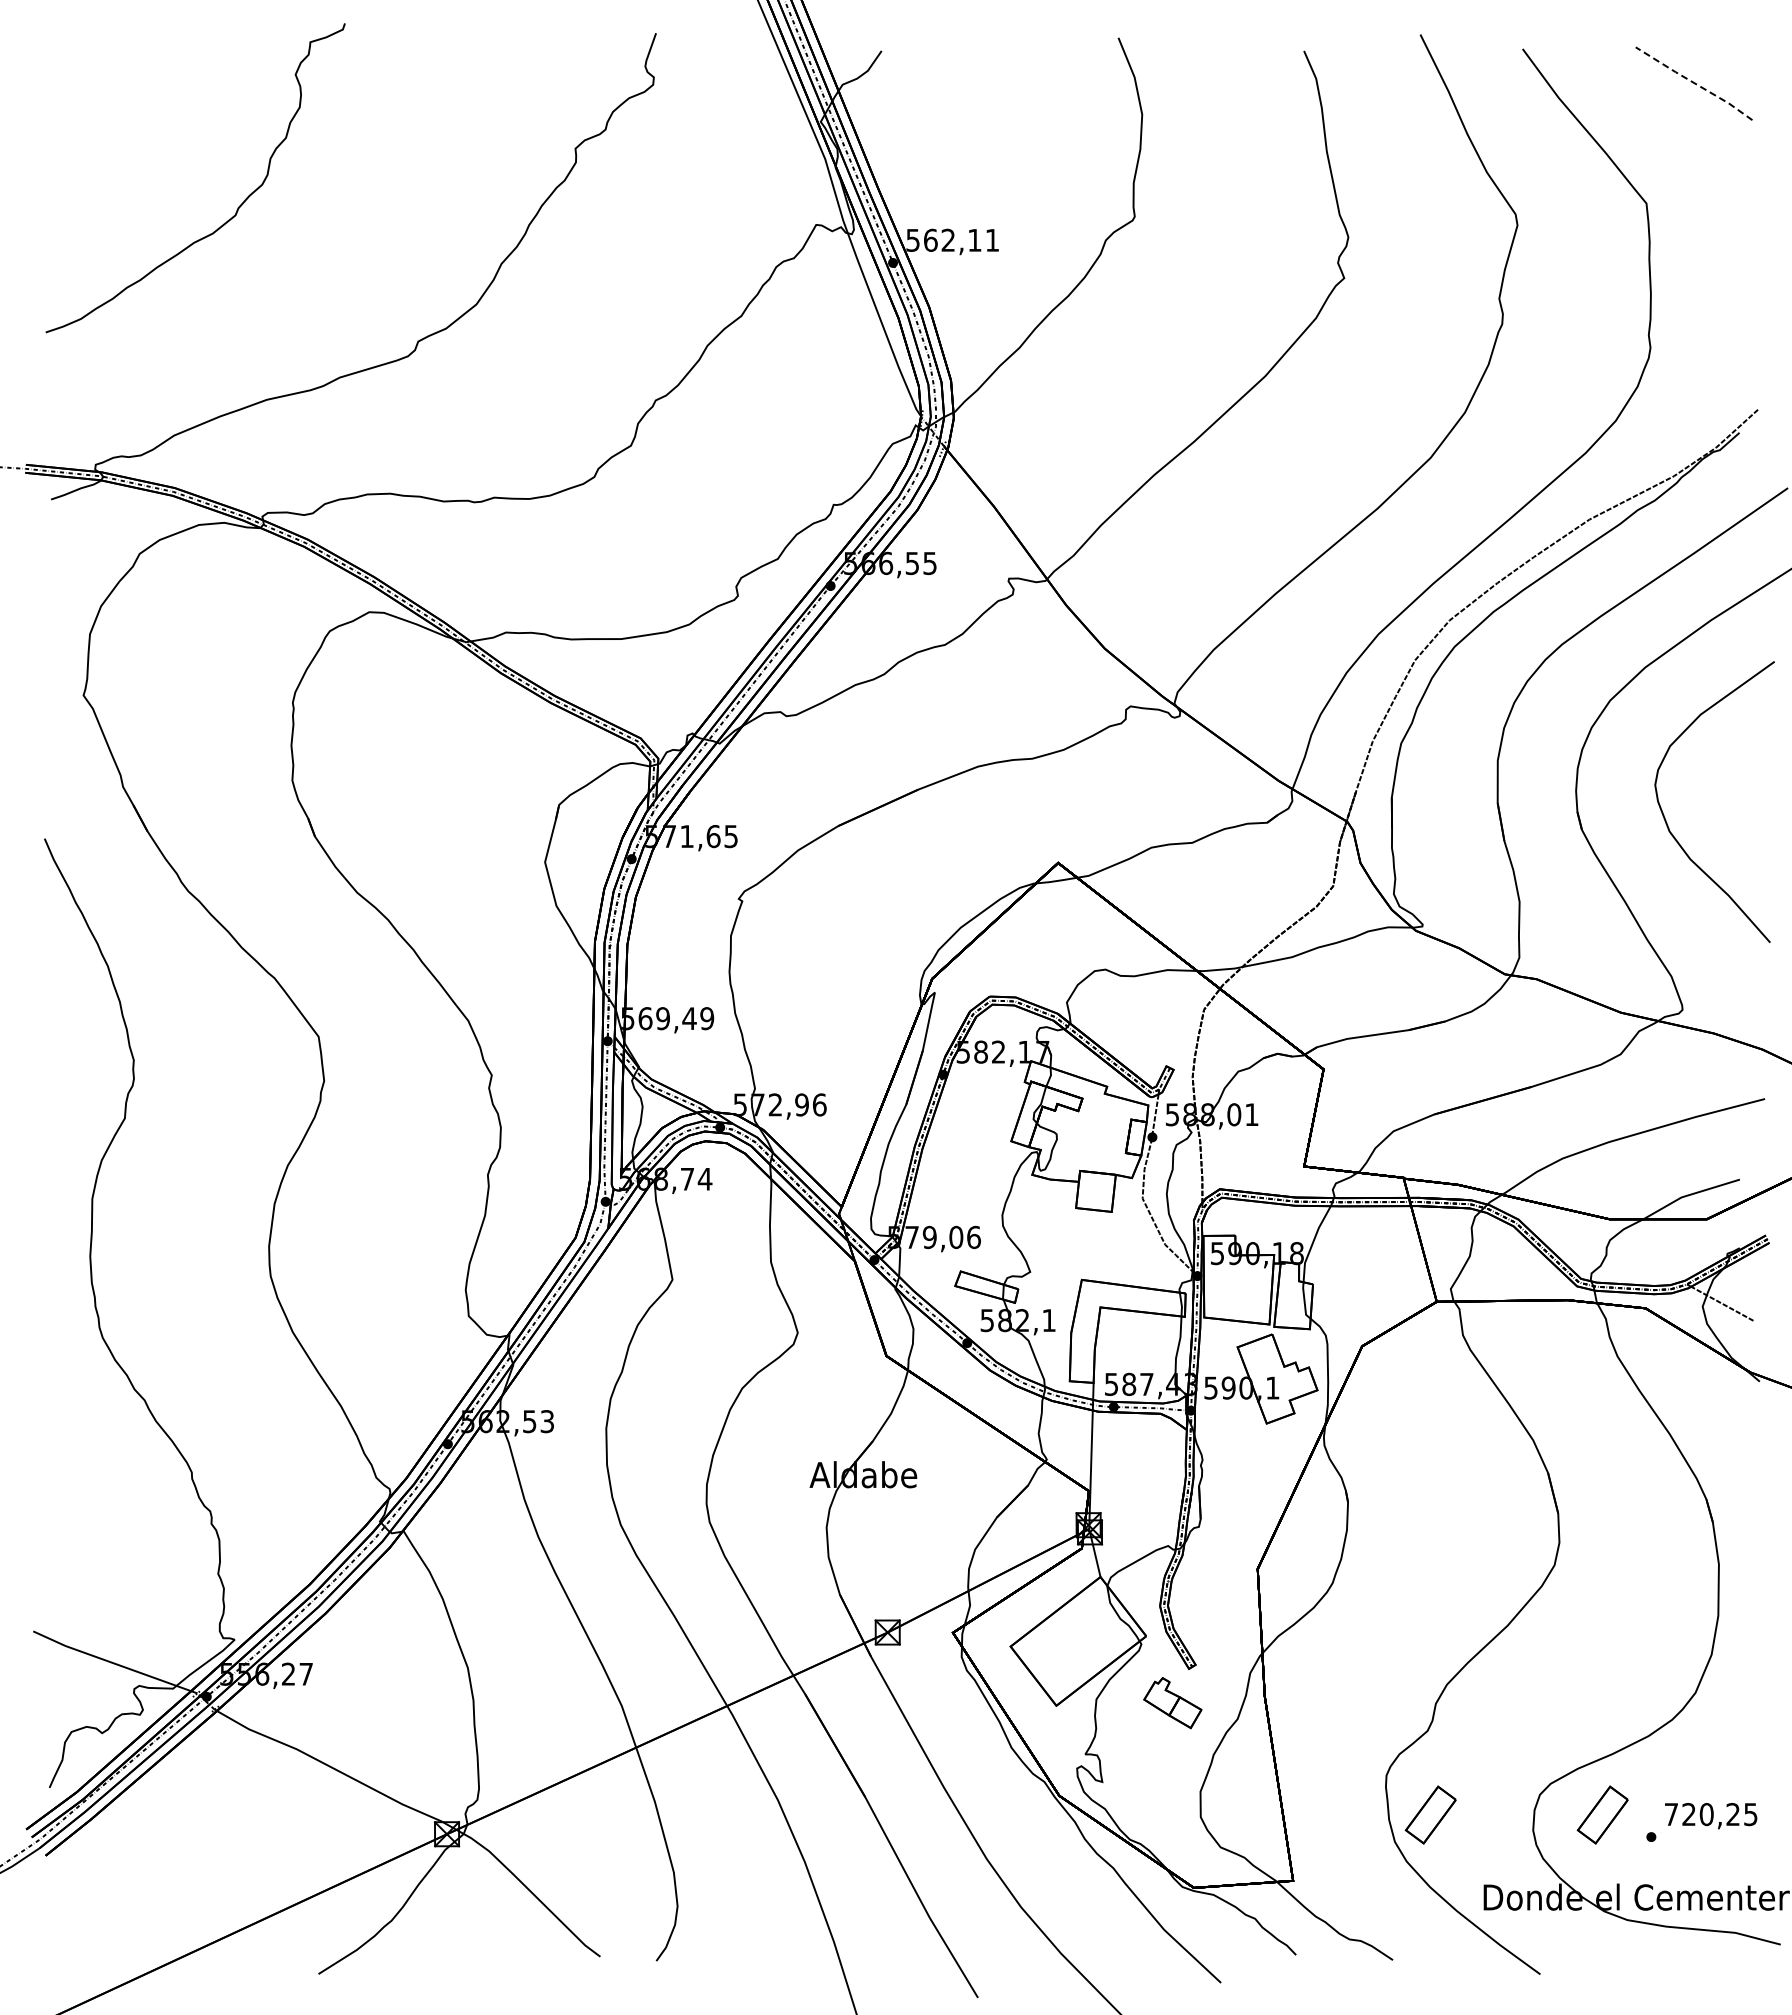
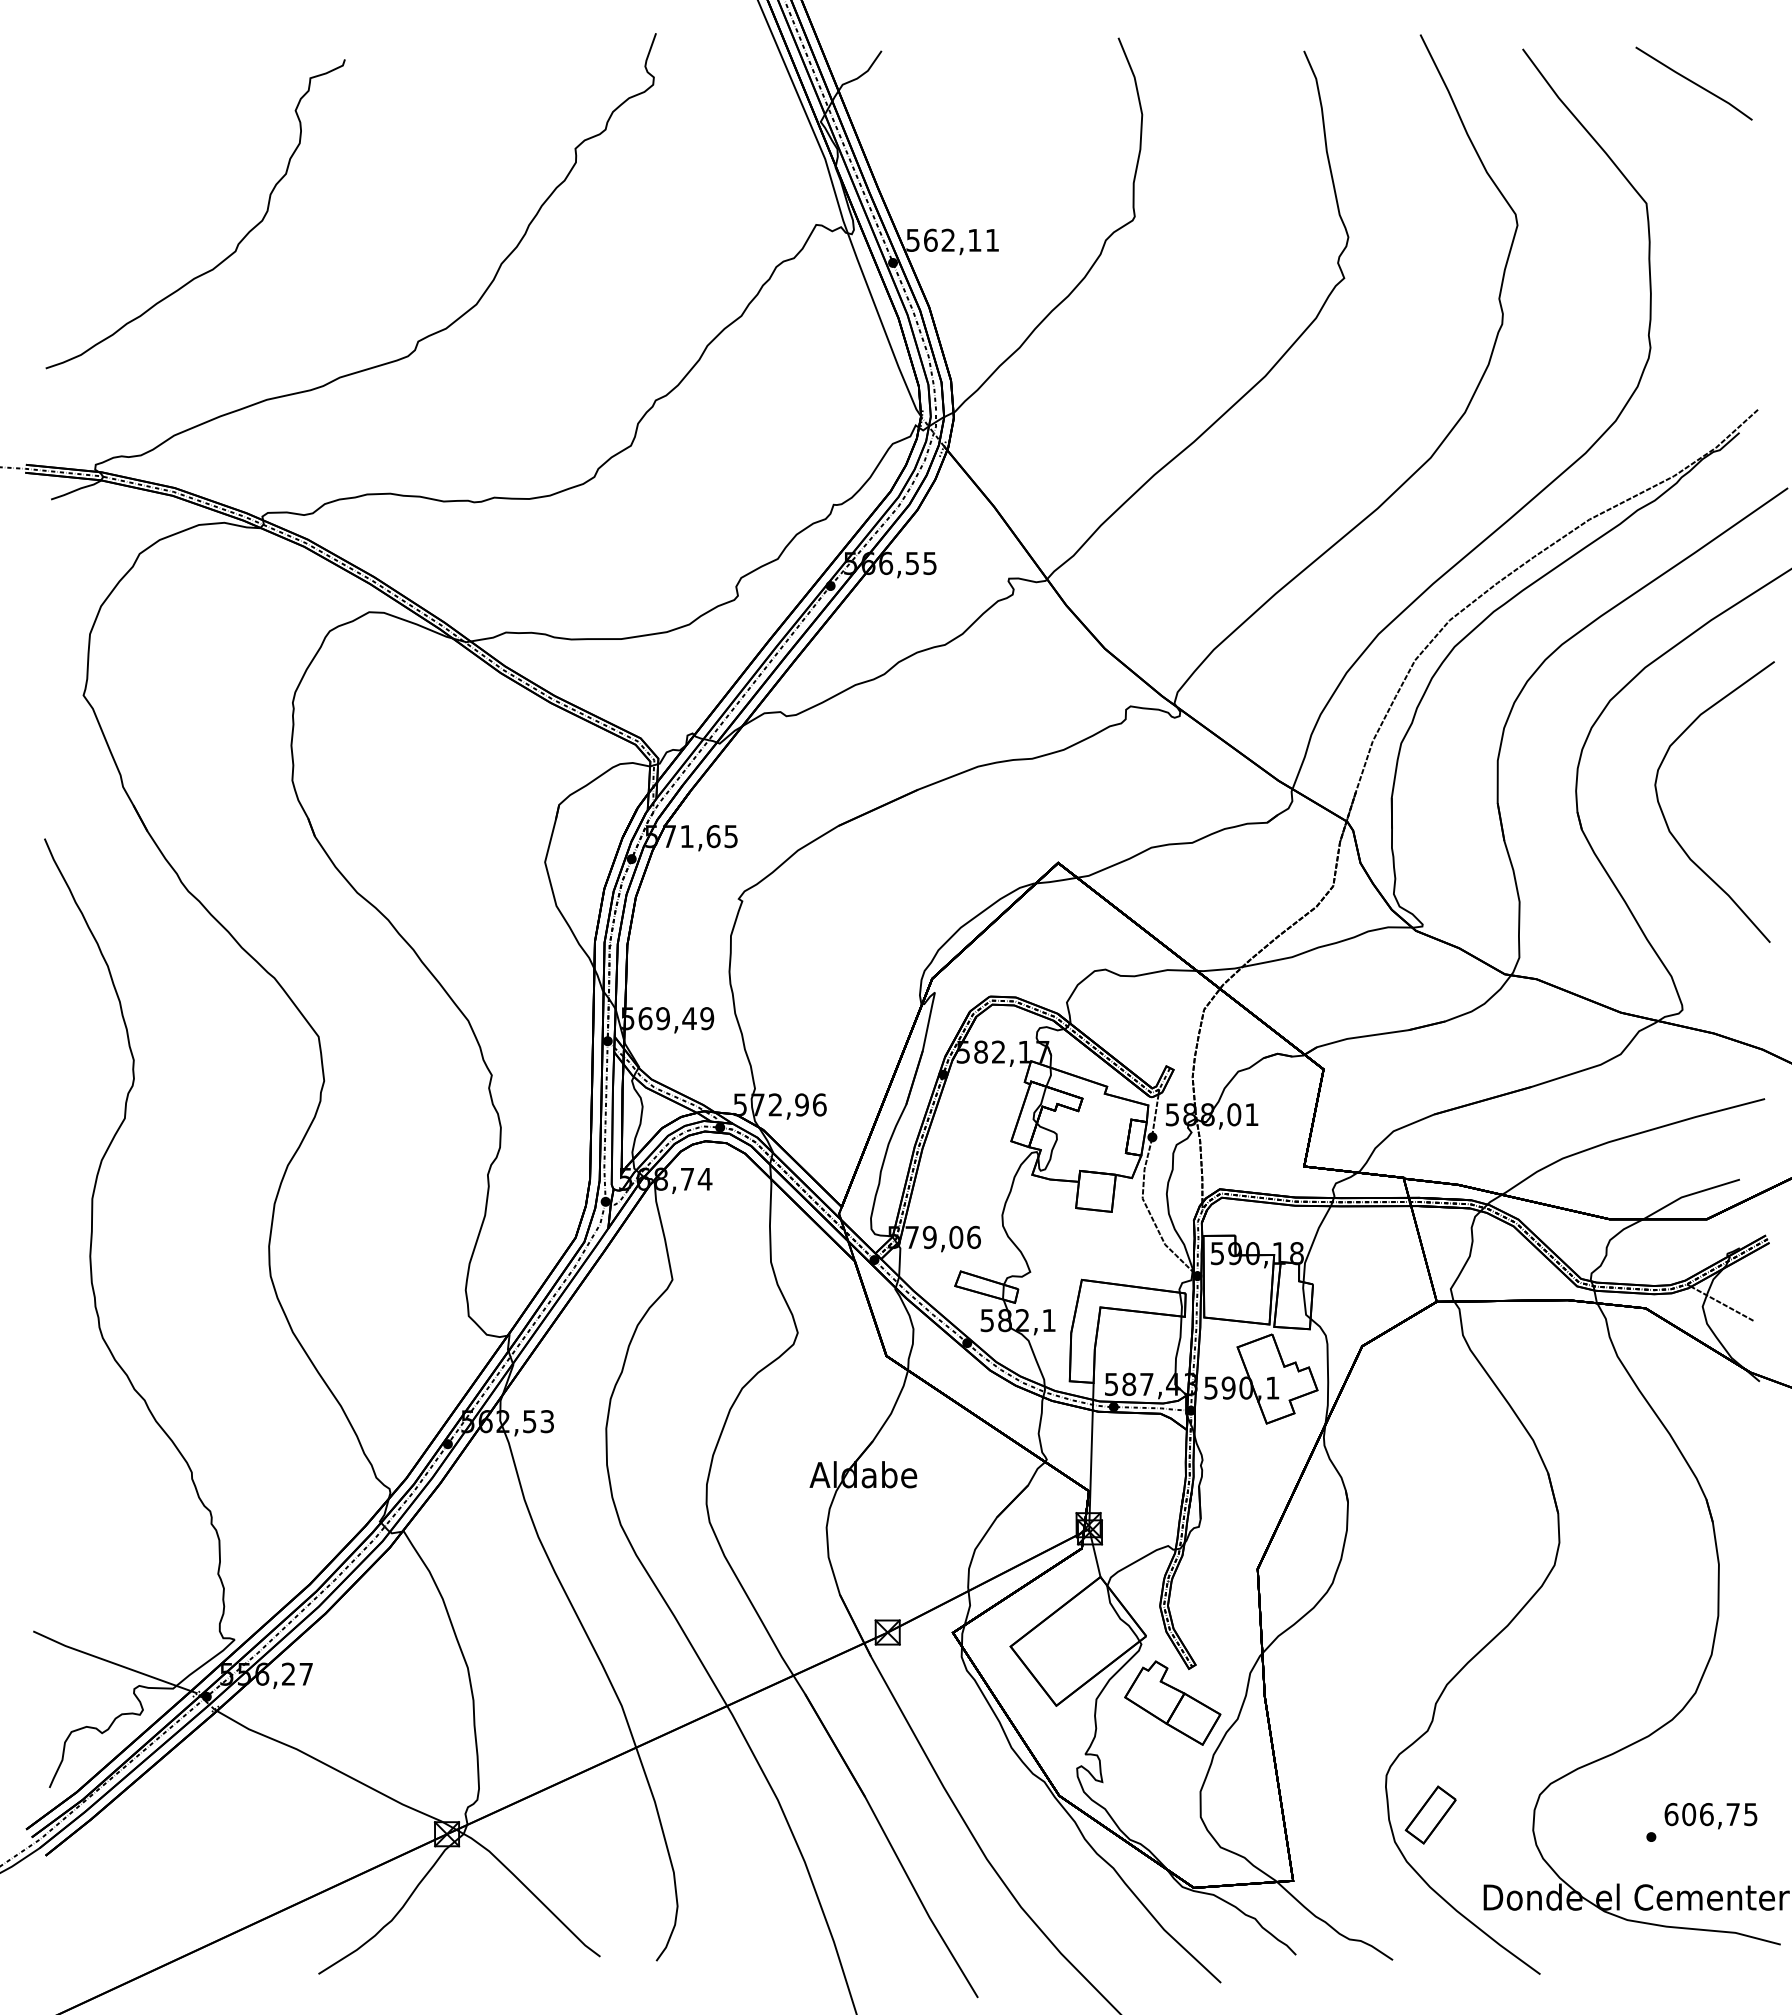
line at (1693, 82): dashed -> solid
curve at (237, 207) position: (237, 207) -> (237, 243)
part at (1172, 1703) size: 60x53 px -> 98x86 px
part at (1602, 1814): present -> none
text at (1701, 1814): 720,25 -> 606,75
